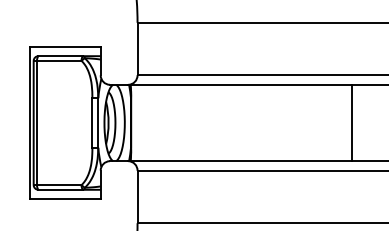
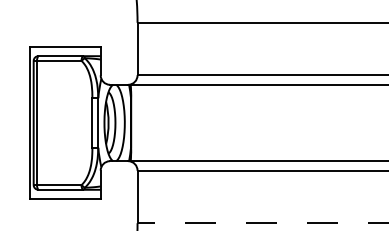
line at (352, 122): present -> none
line at (262, 223): solid -> dashed
